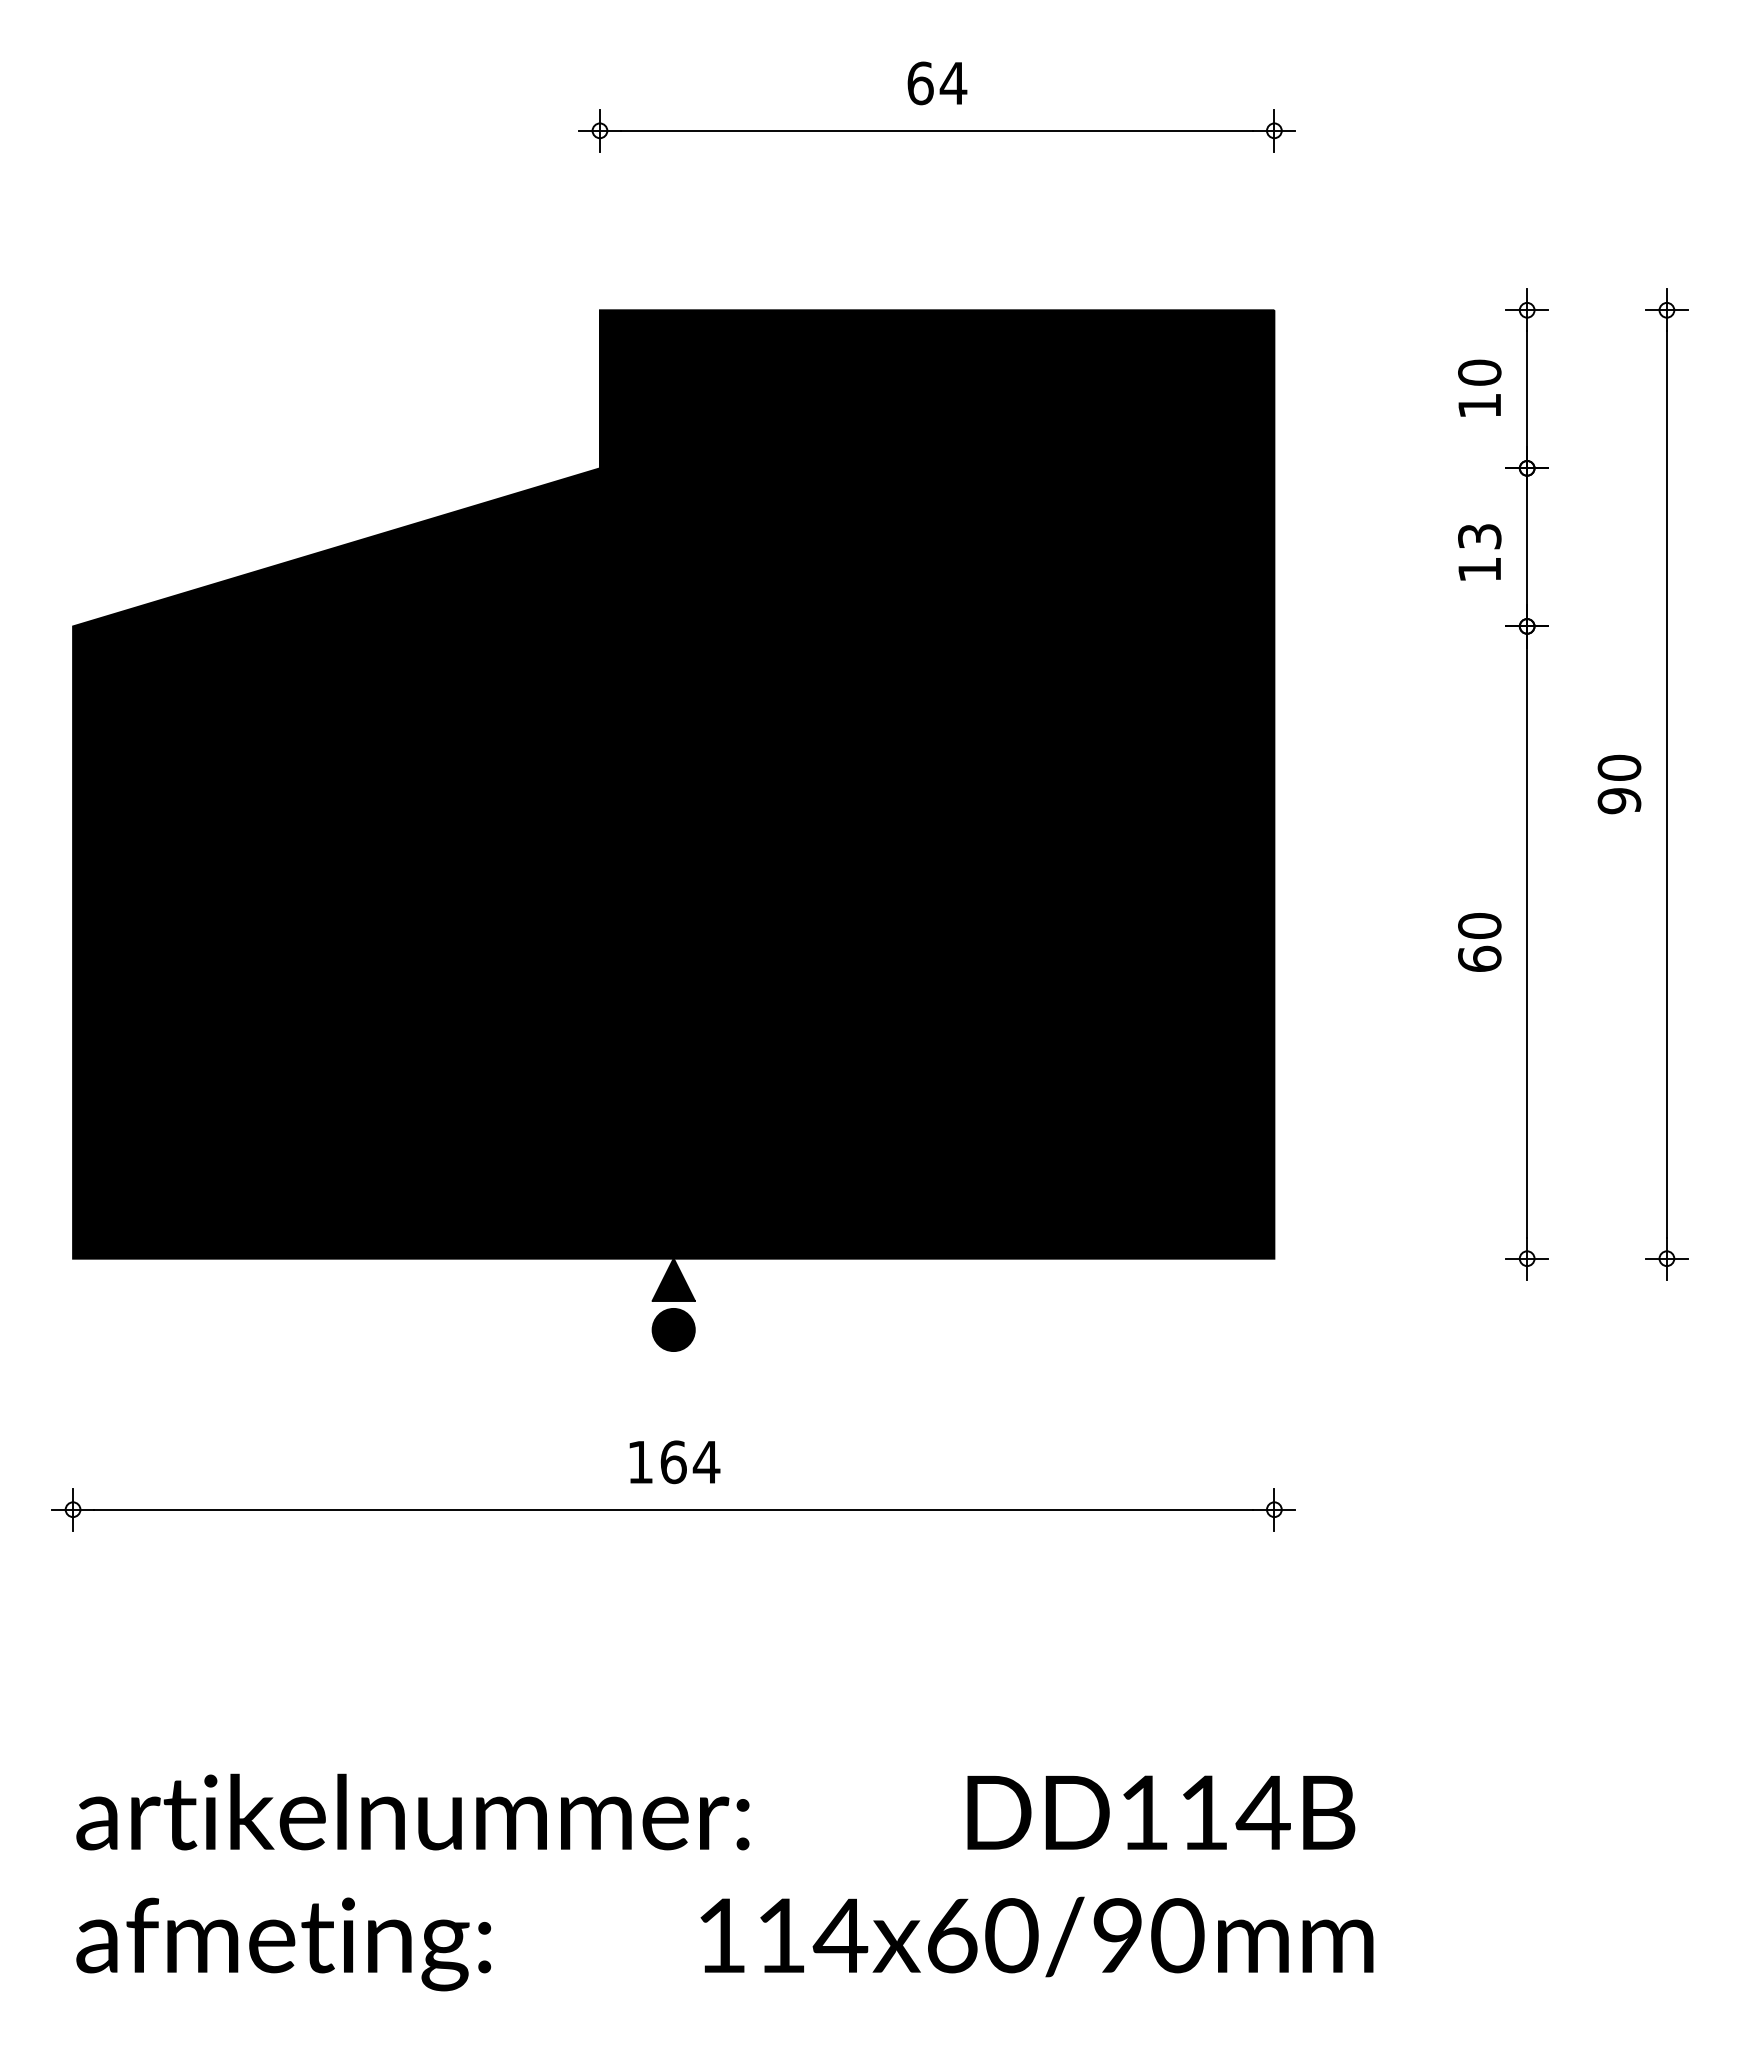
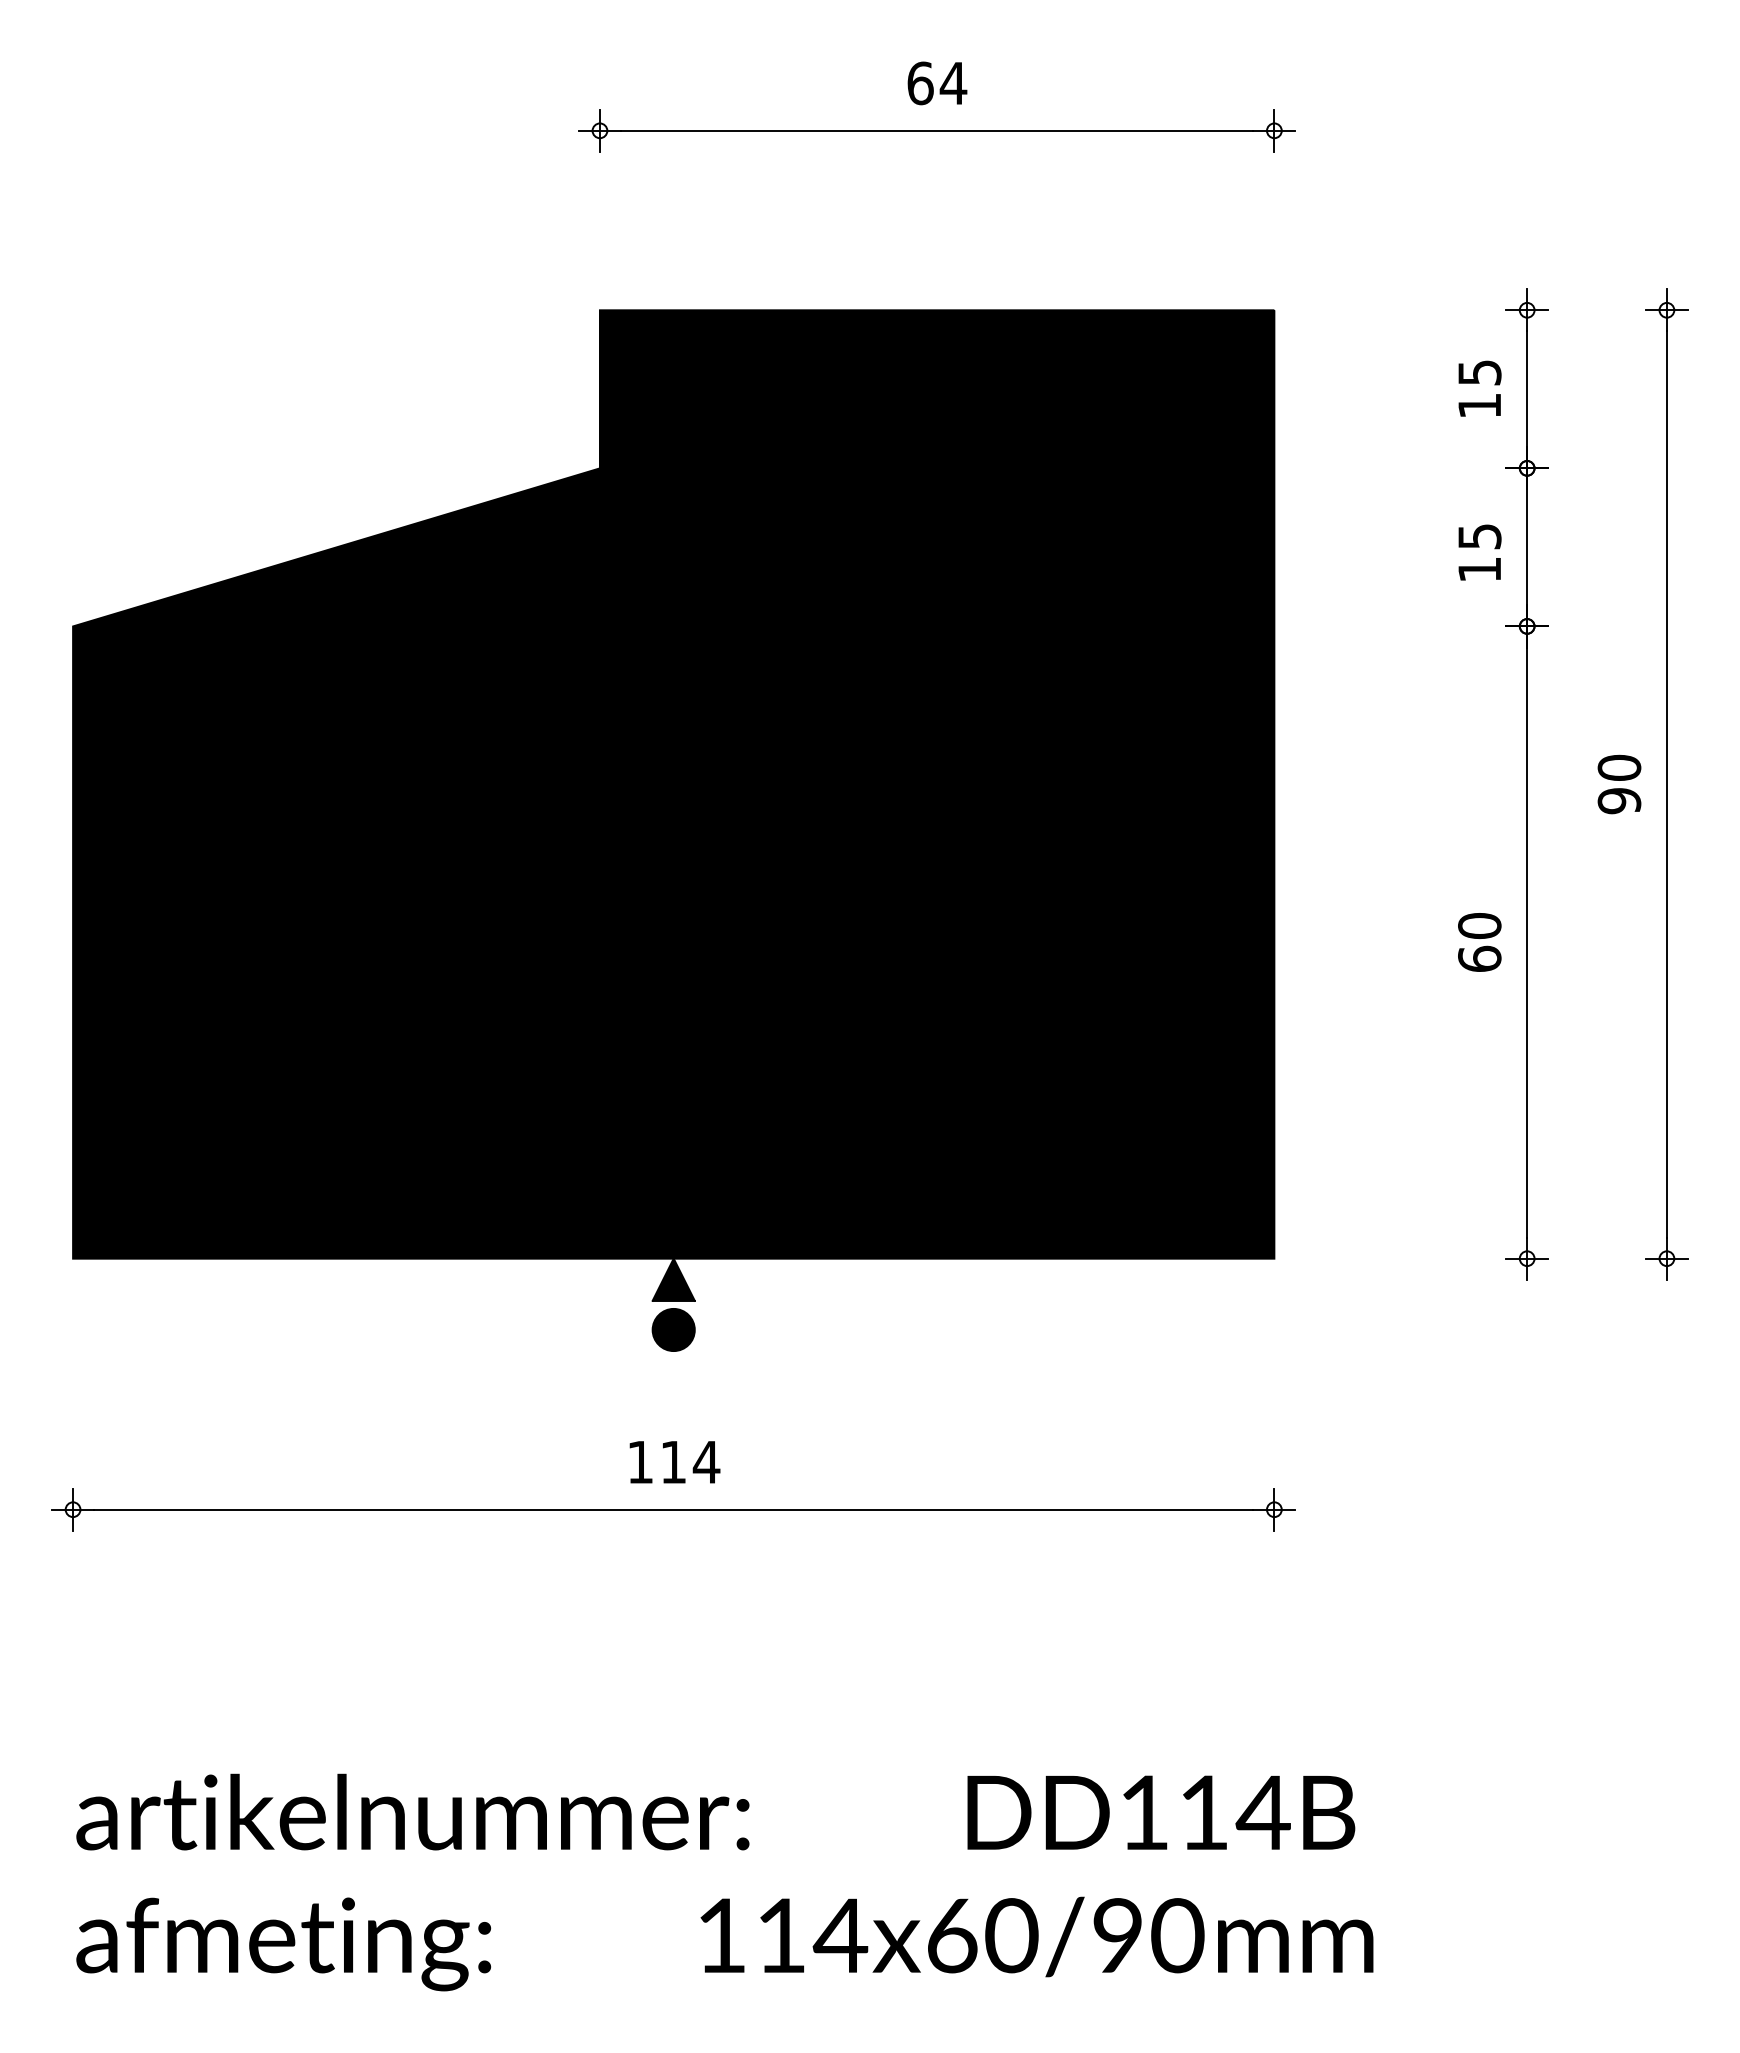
text at (1479, 372): 10 -> 15
text at (1479, 536): 13 -> 15
text at (673, 1462): 164 -> 114
